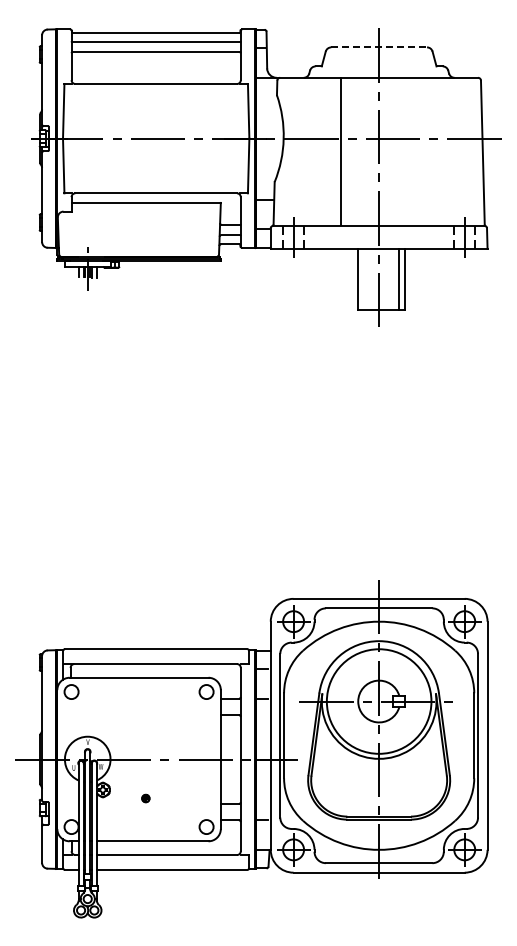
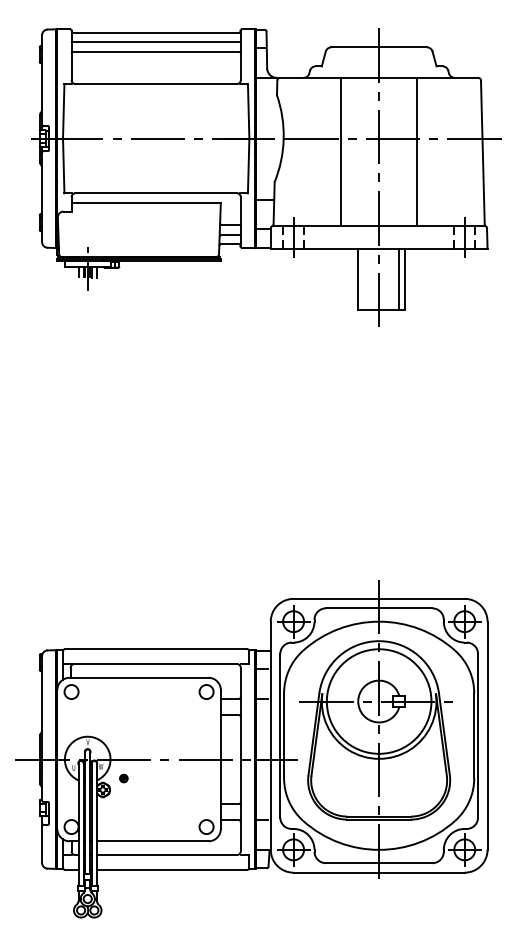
line at (379, 47): dashed -> solid
line at (417, 150): none -> present
part at (145, 798) position: (145, 798) -> (123, 778)
